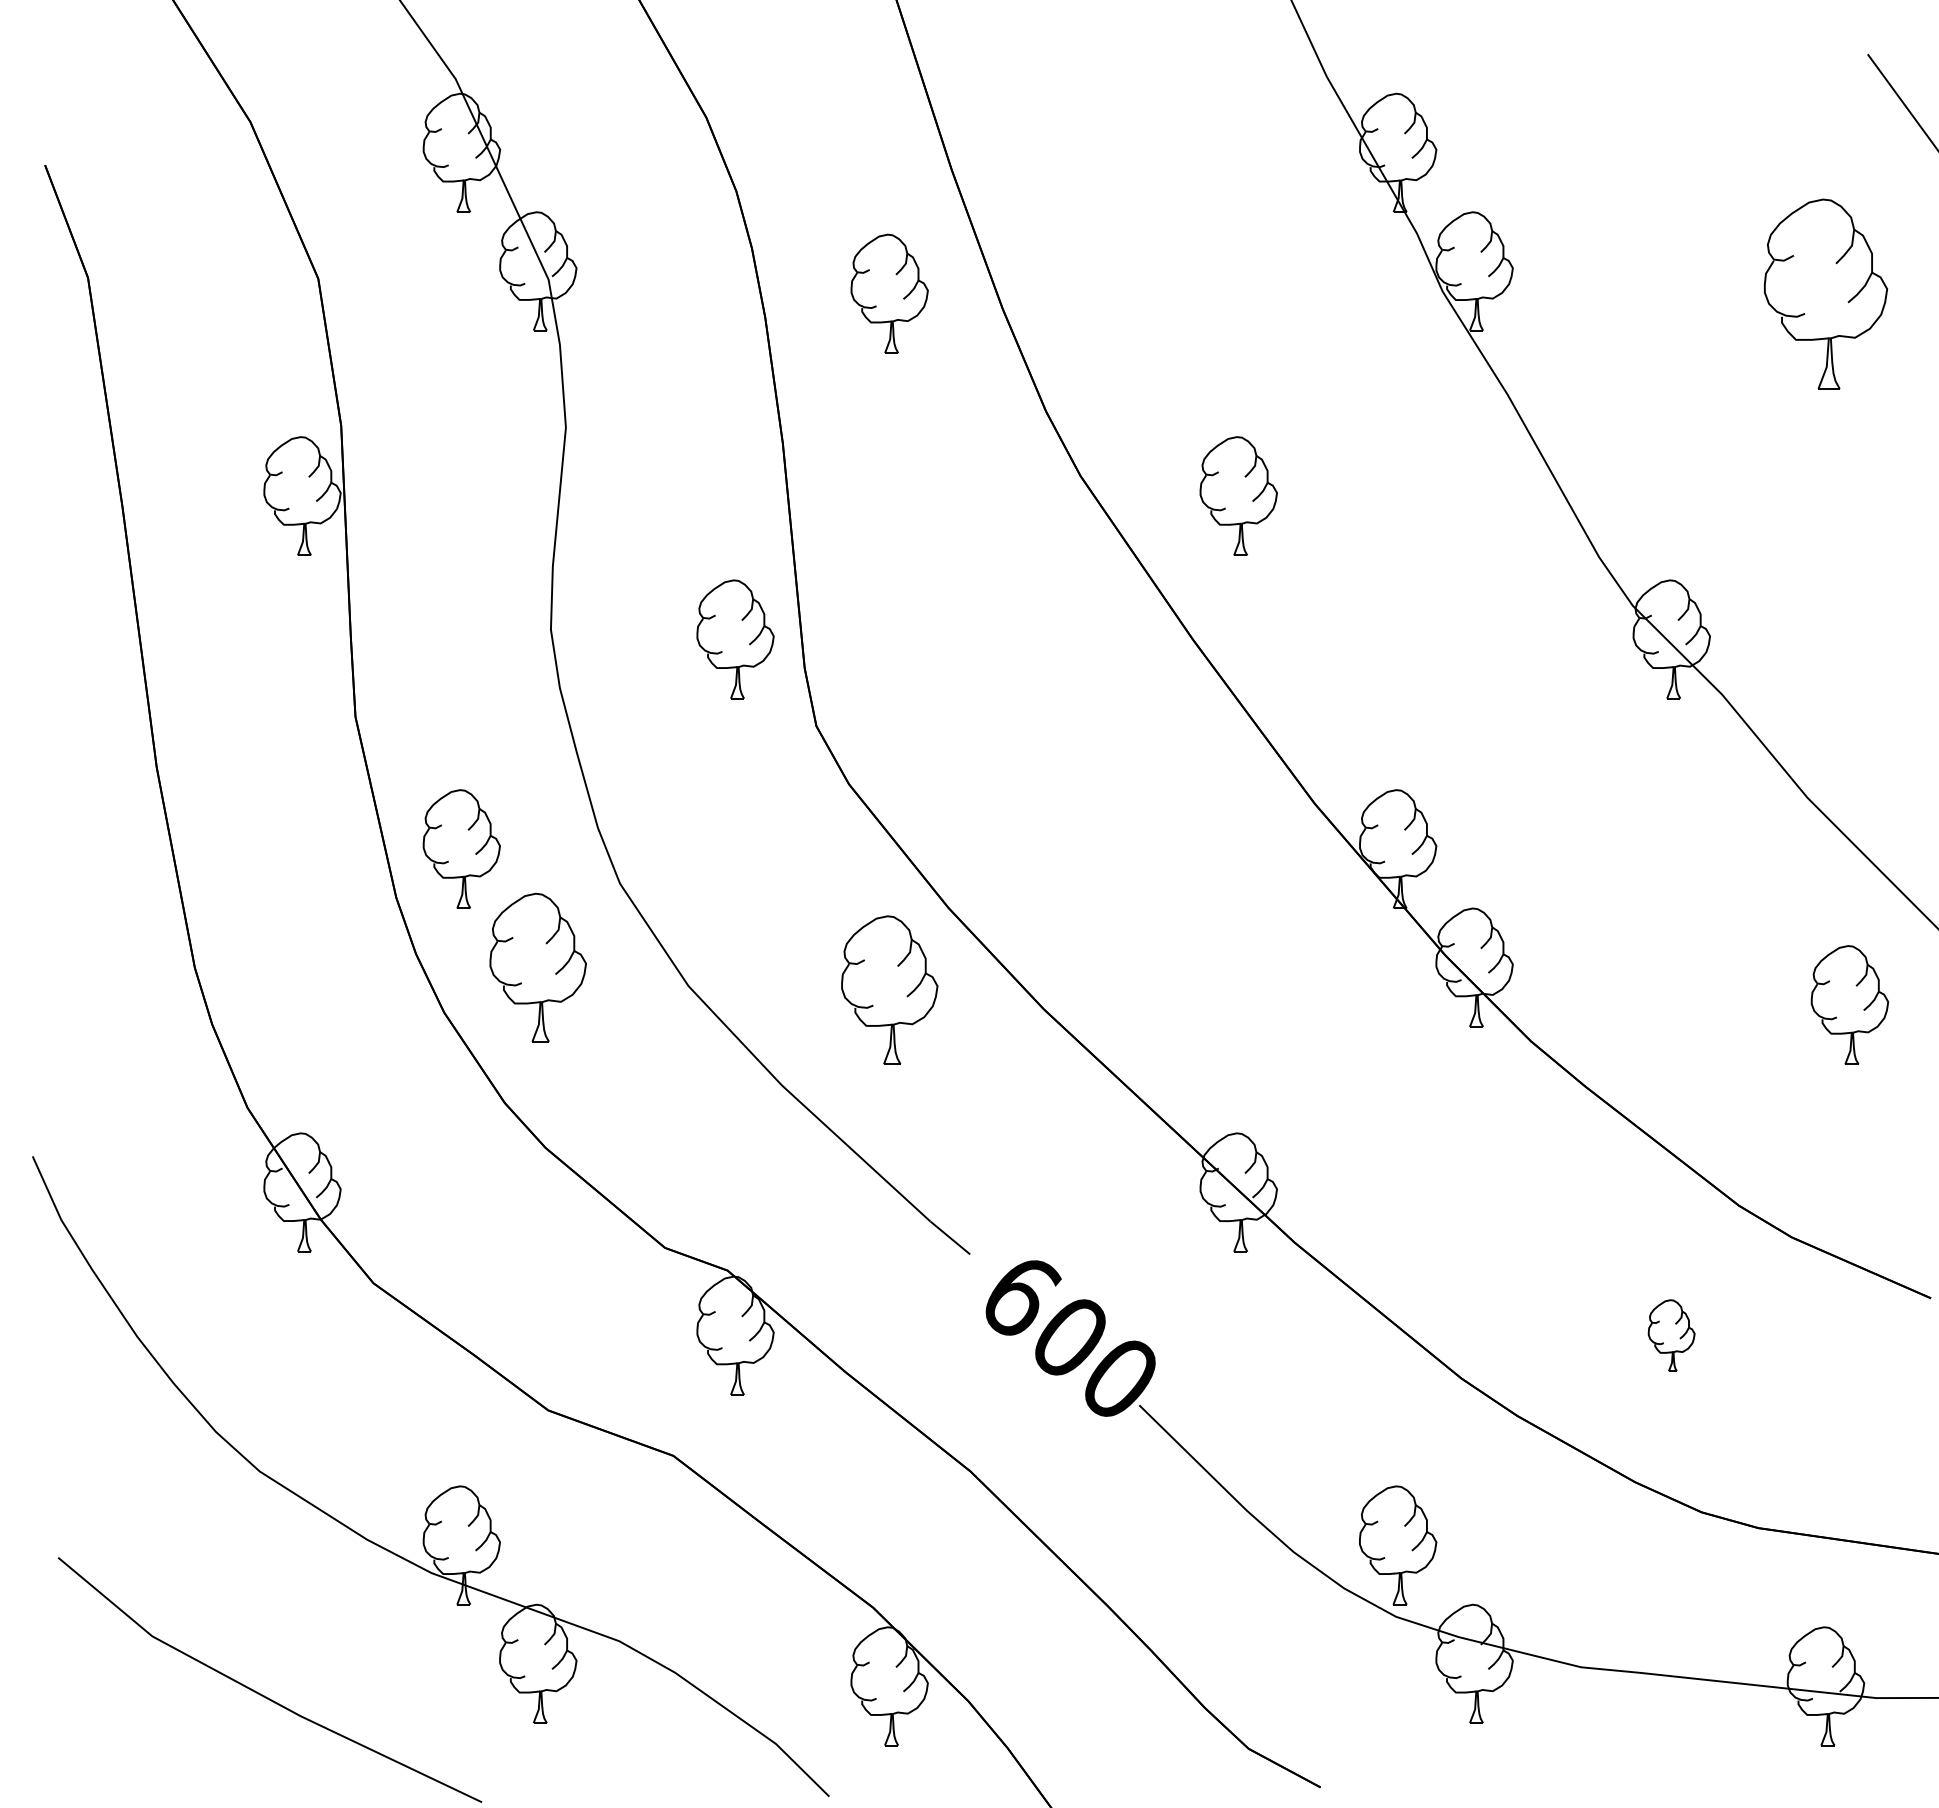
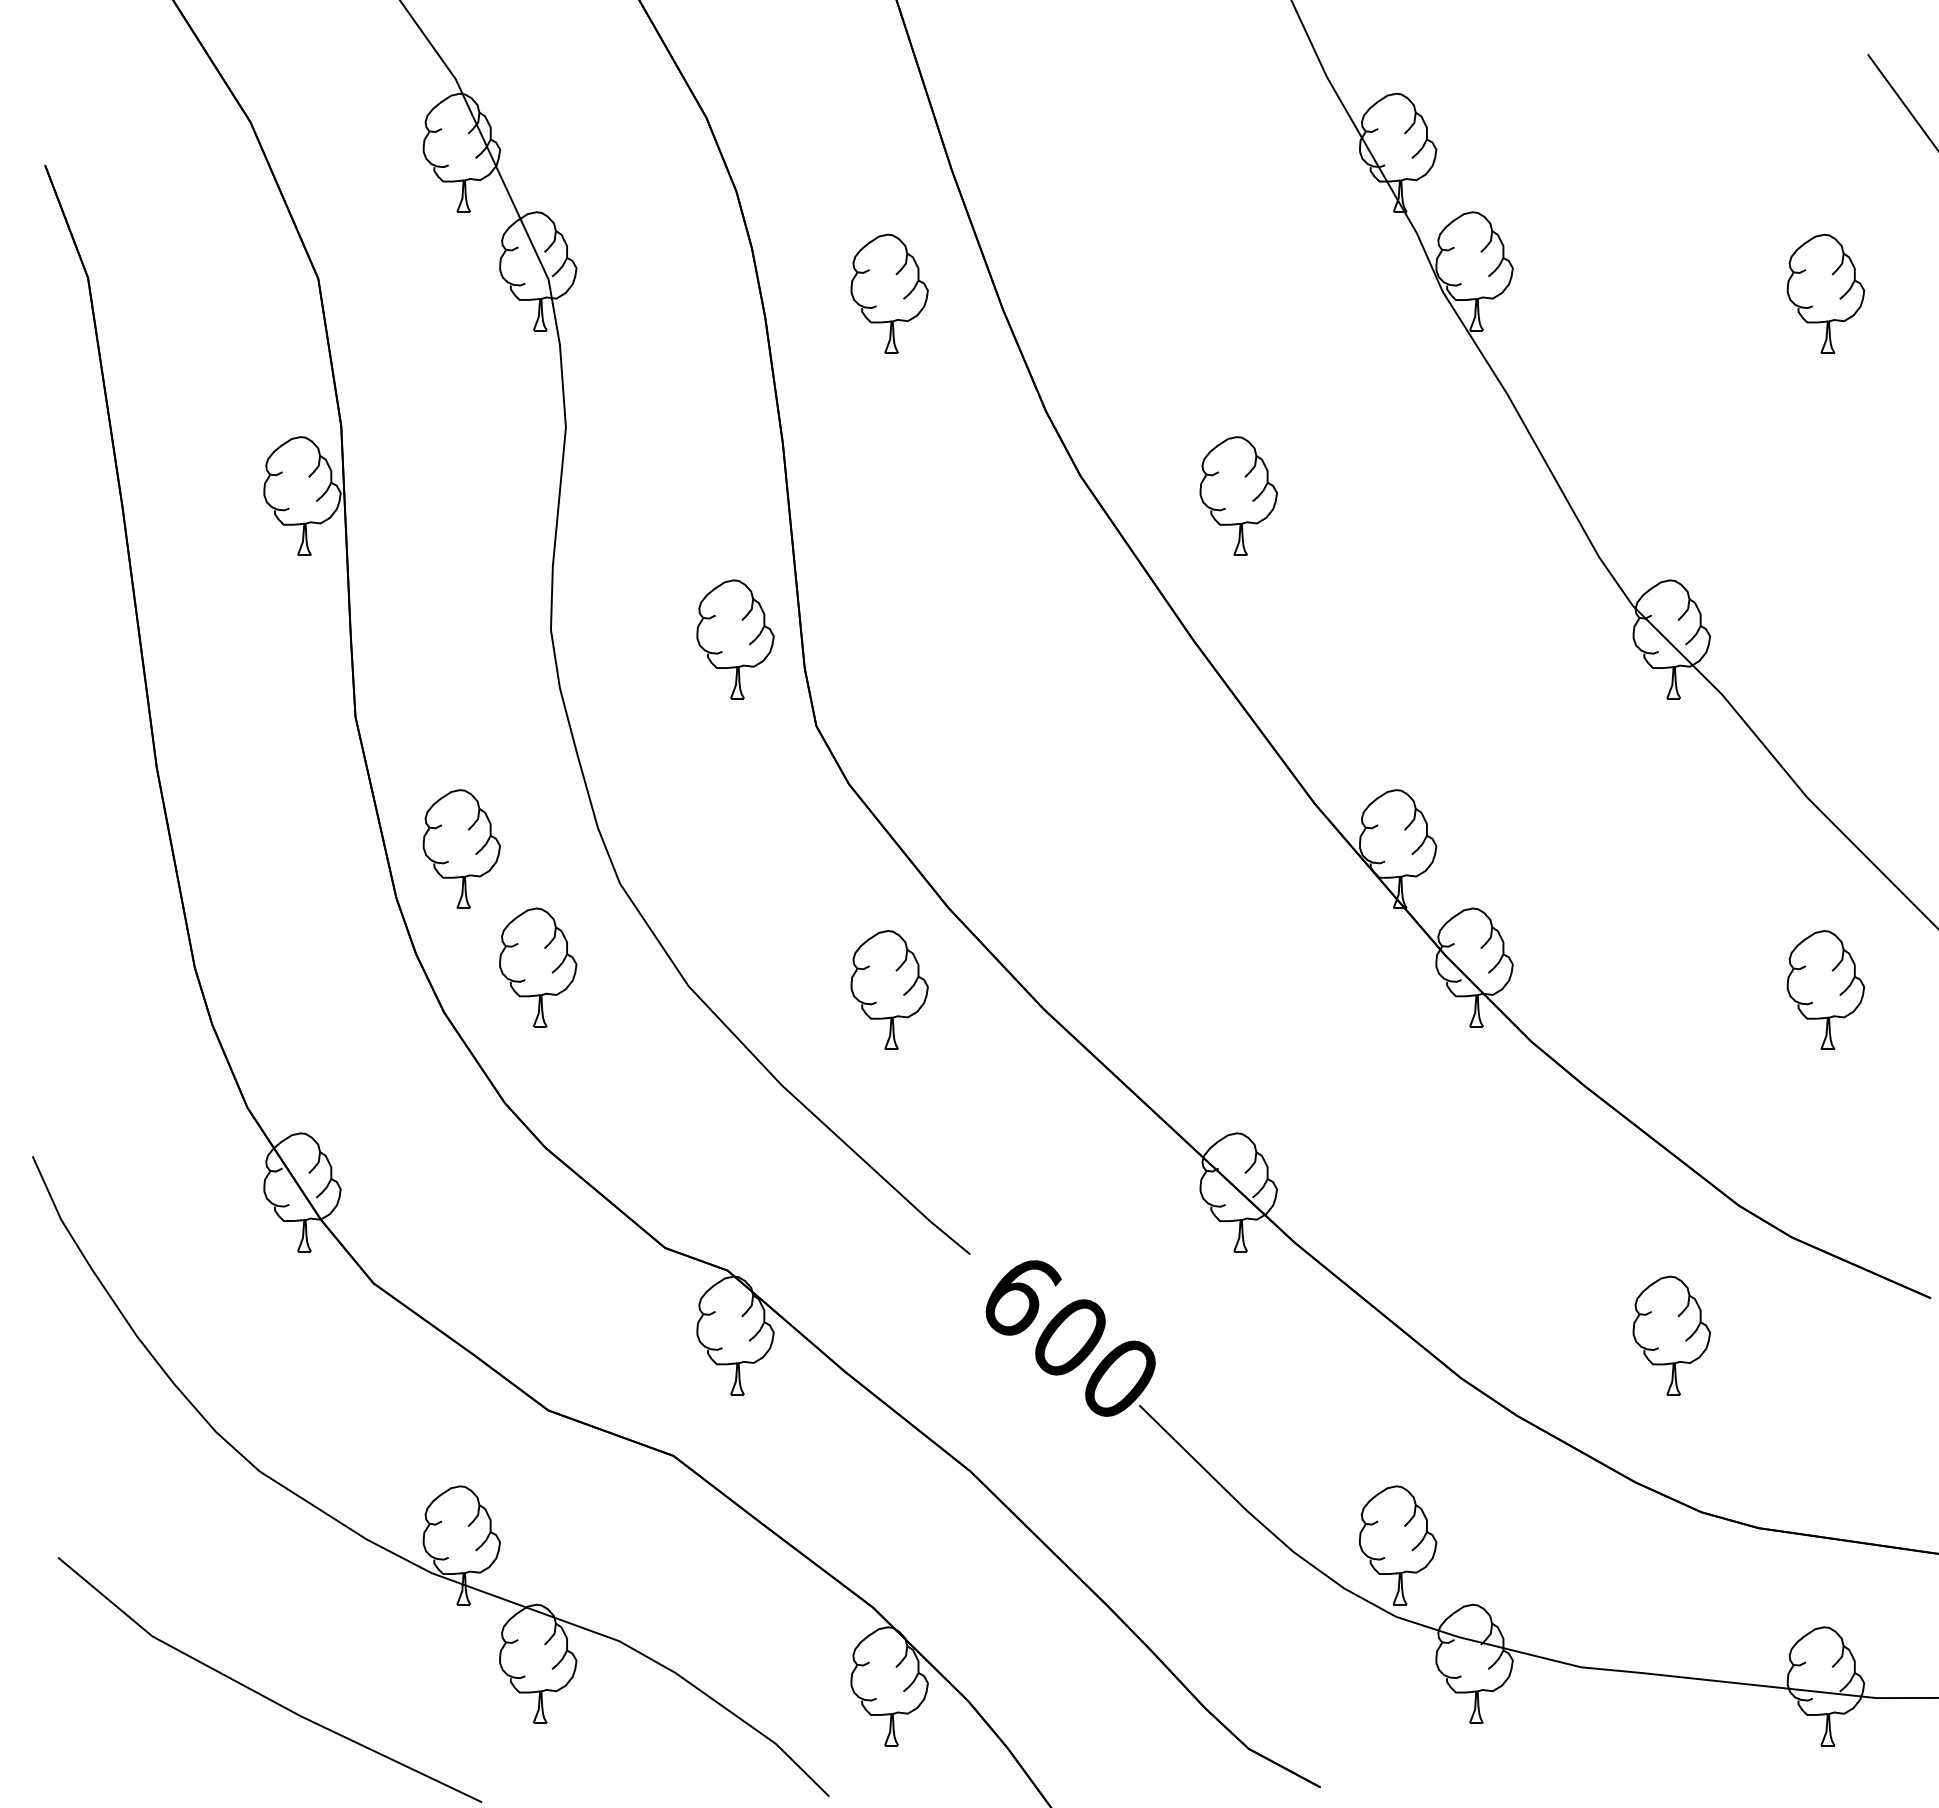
part at (1825, 293) size: 124x192 px -> 80x121 px
part at (537, 967) size: 98x151 px -> 79x121 px
part at (889, 989) size: 98x150 px -> 79x120 px
part at (1849, 1004) position: (1849, 1004) -> (1825, 989)
part at (1671, 1335) size: 49x73 px -> 79x121 px
